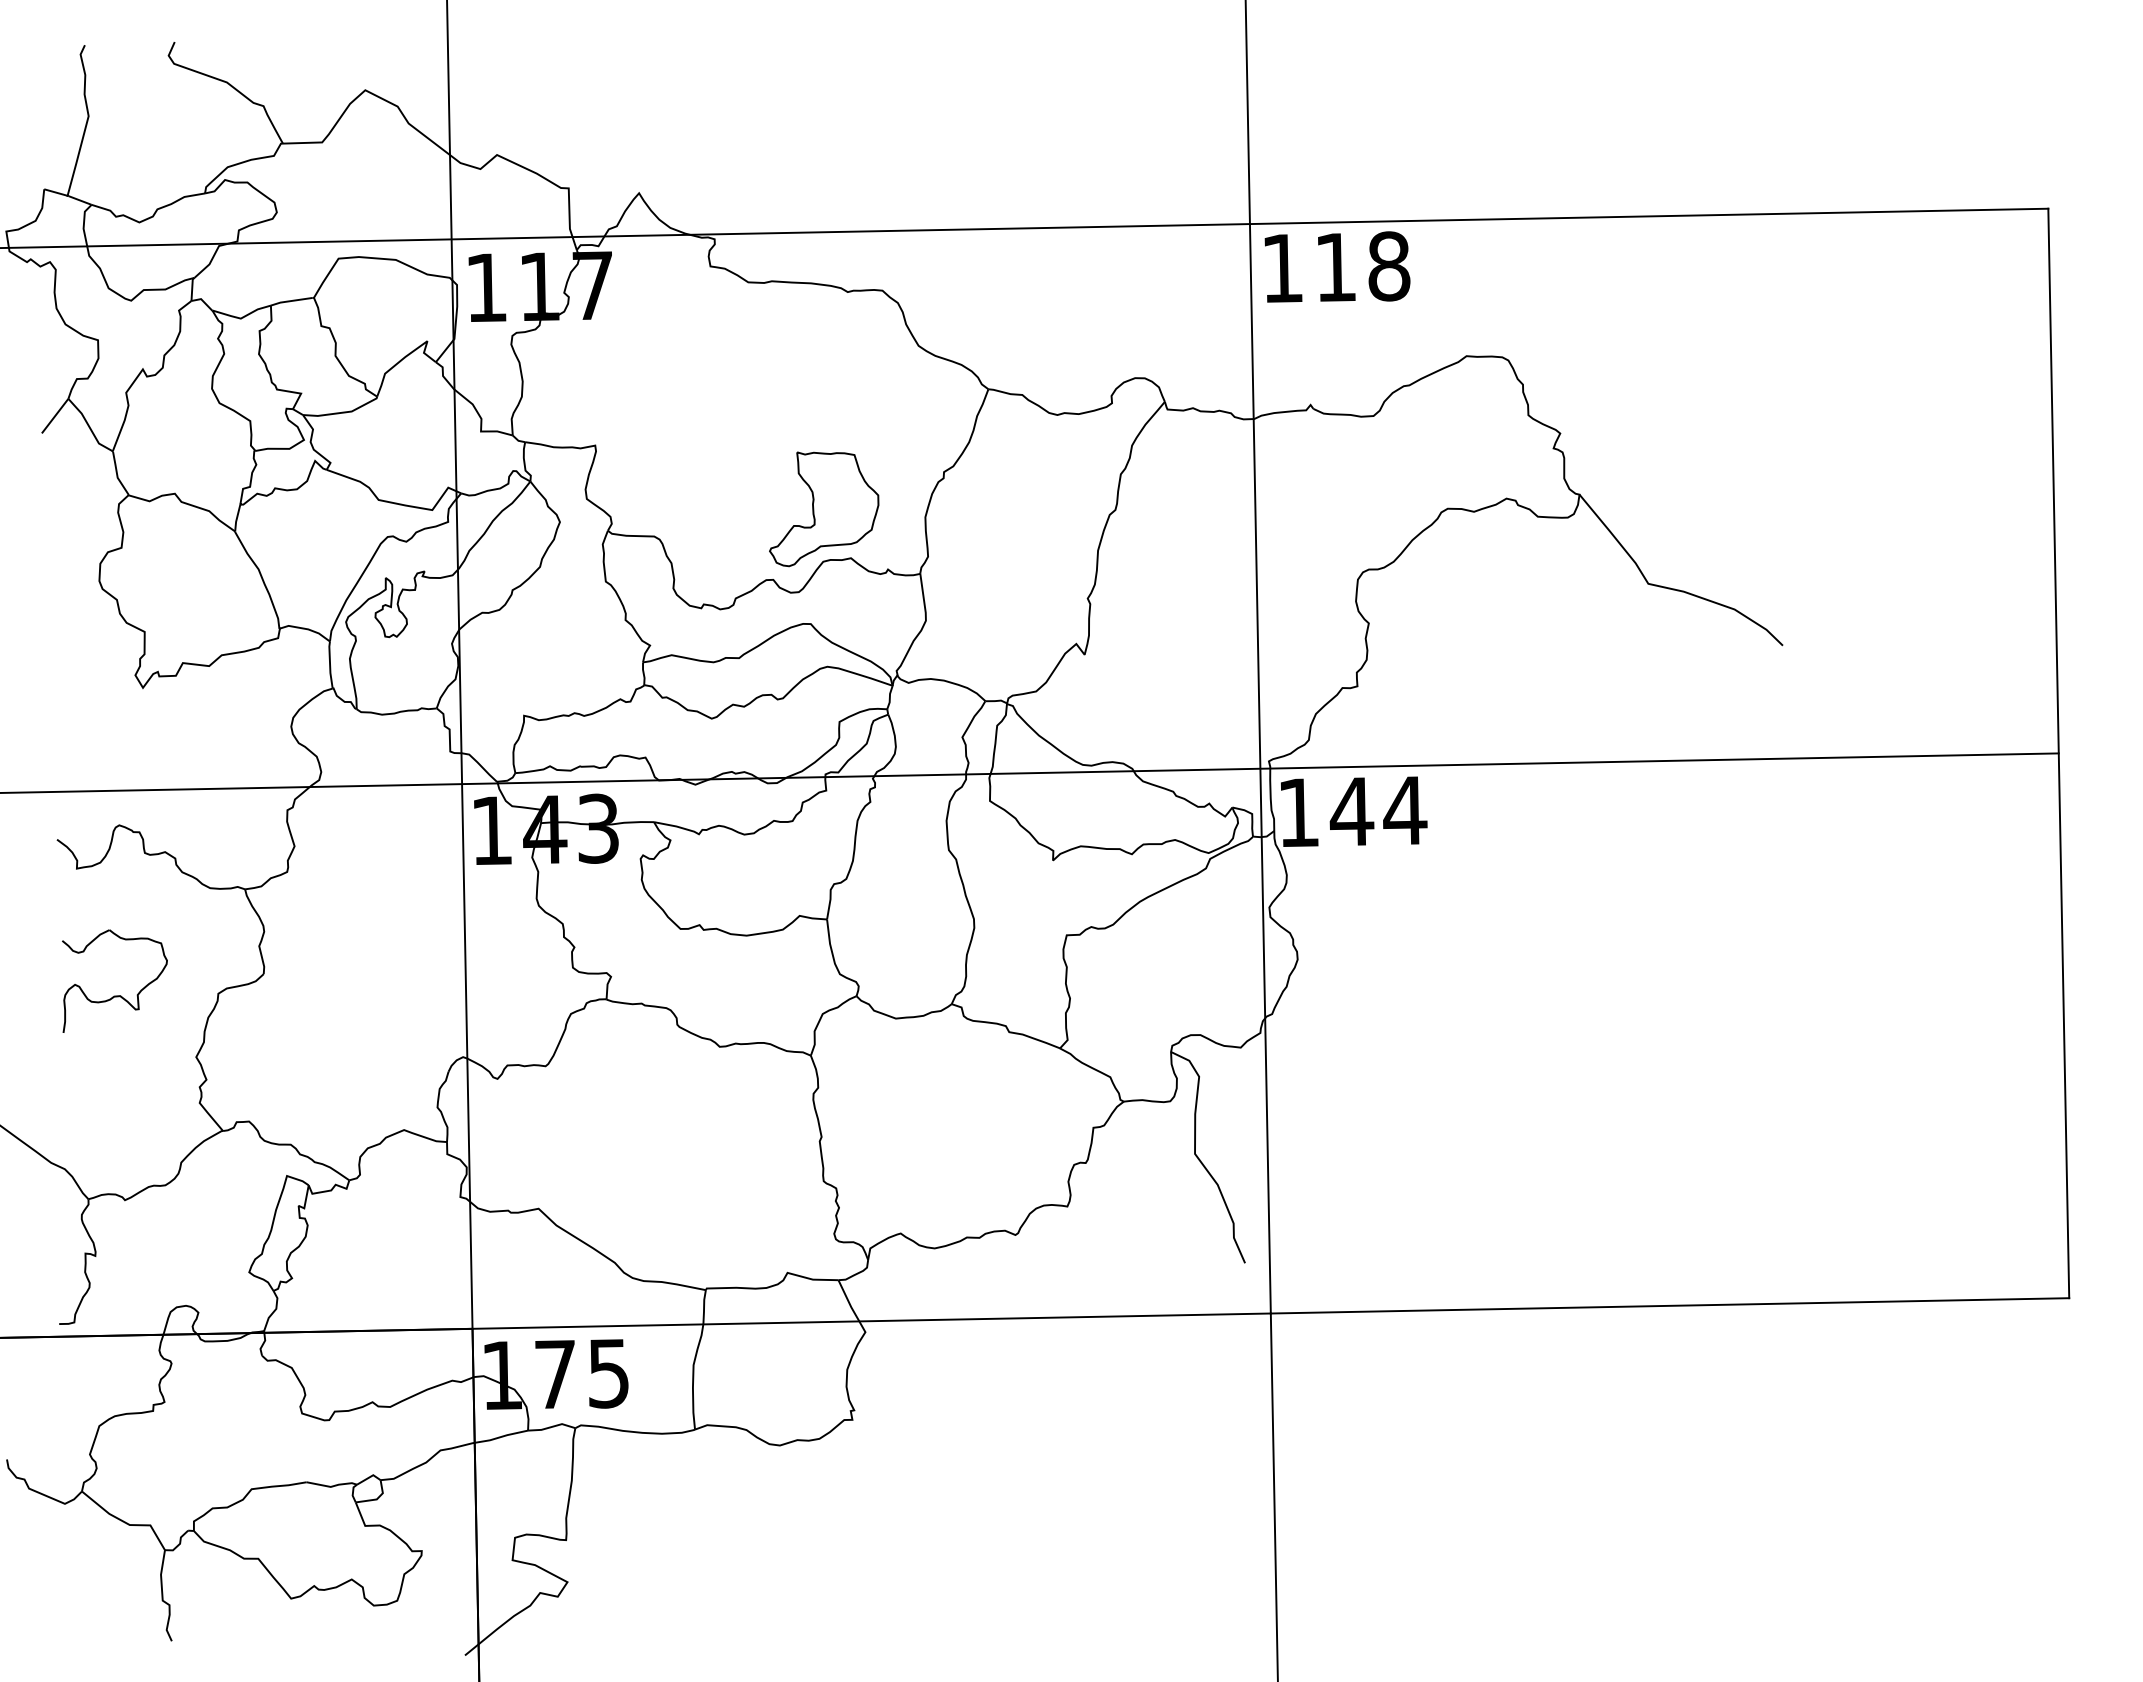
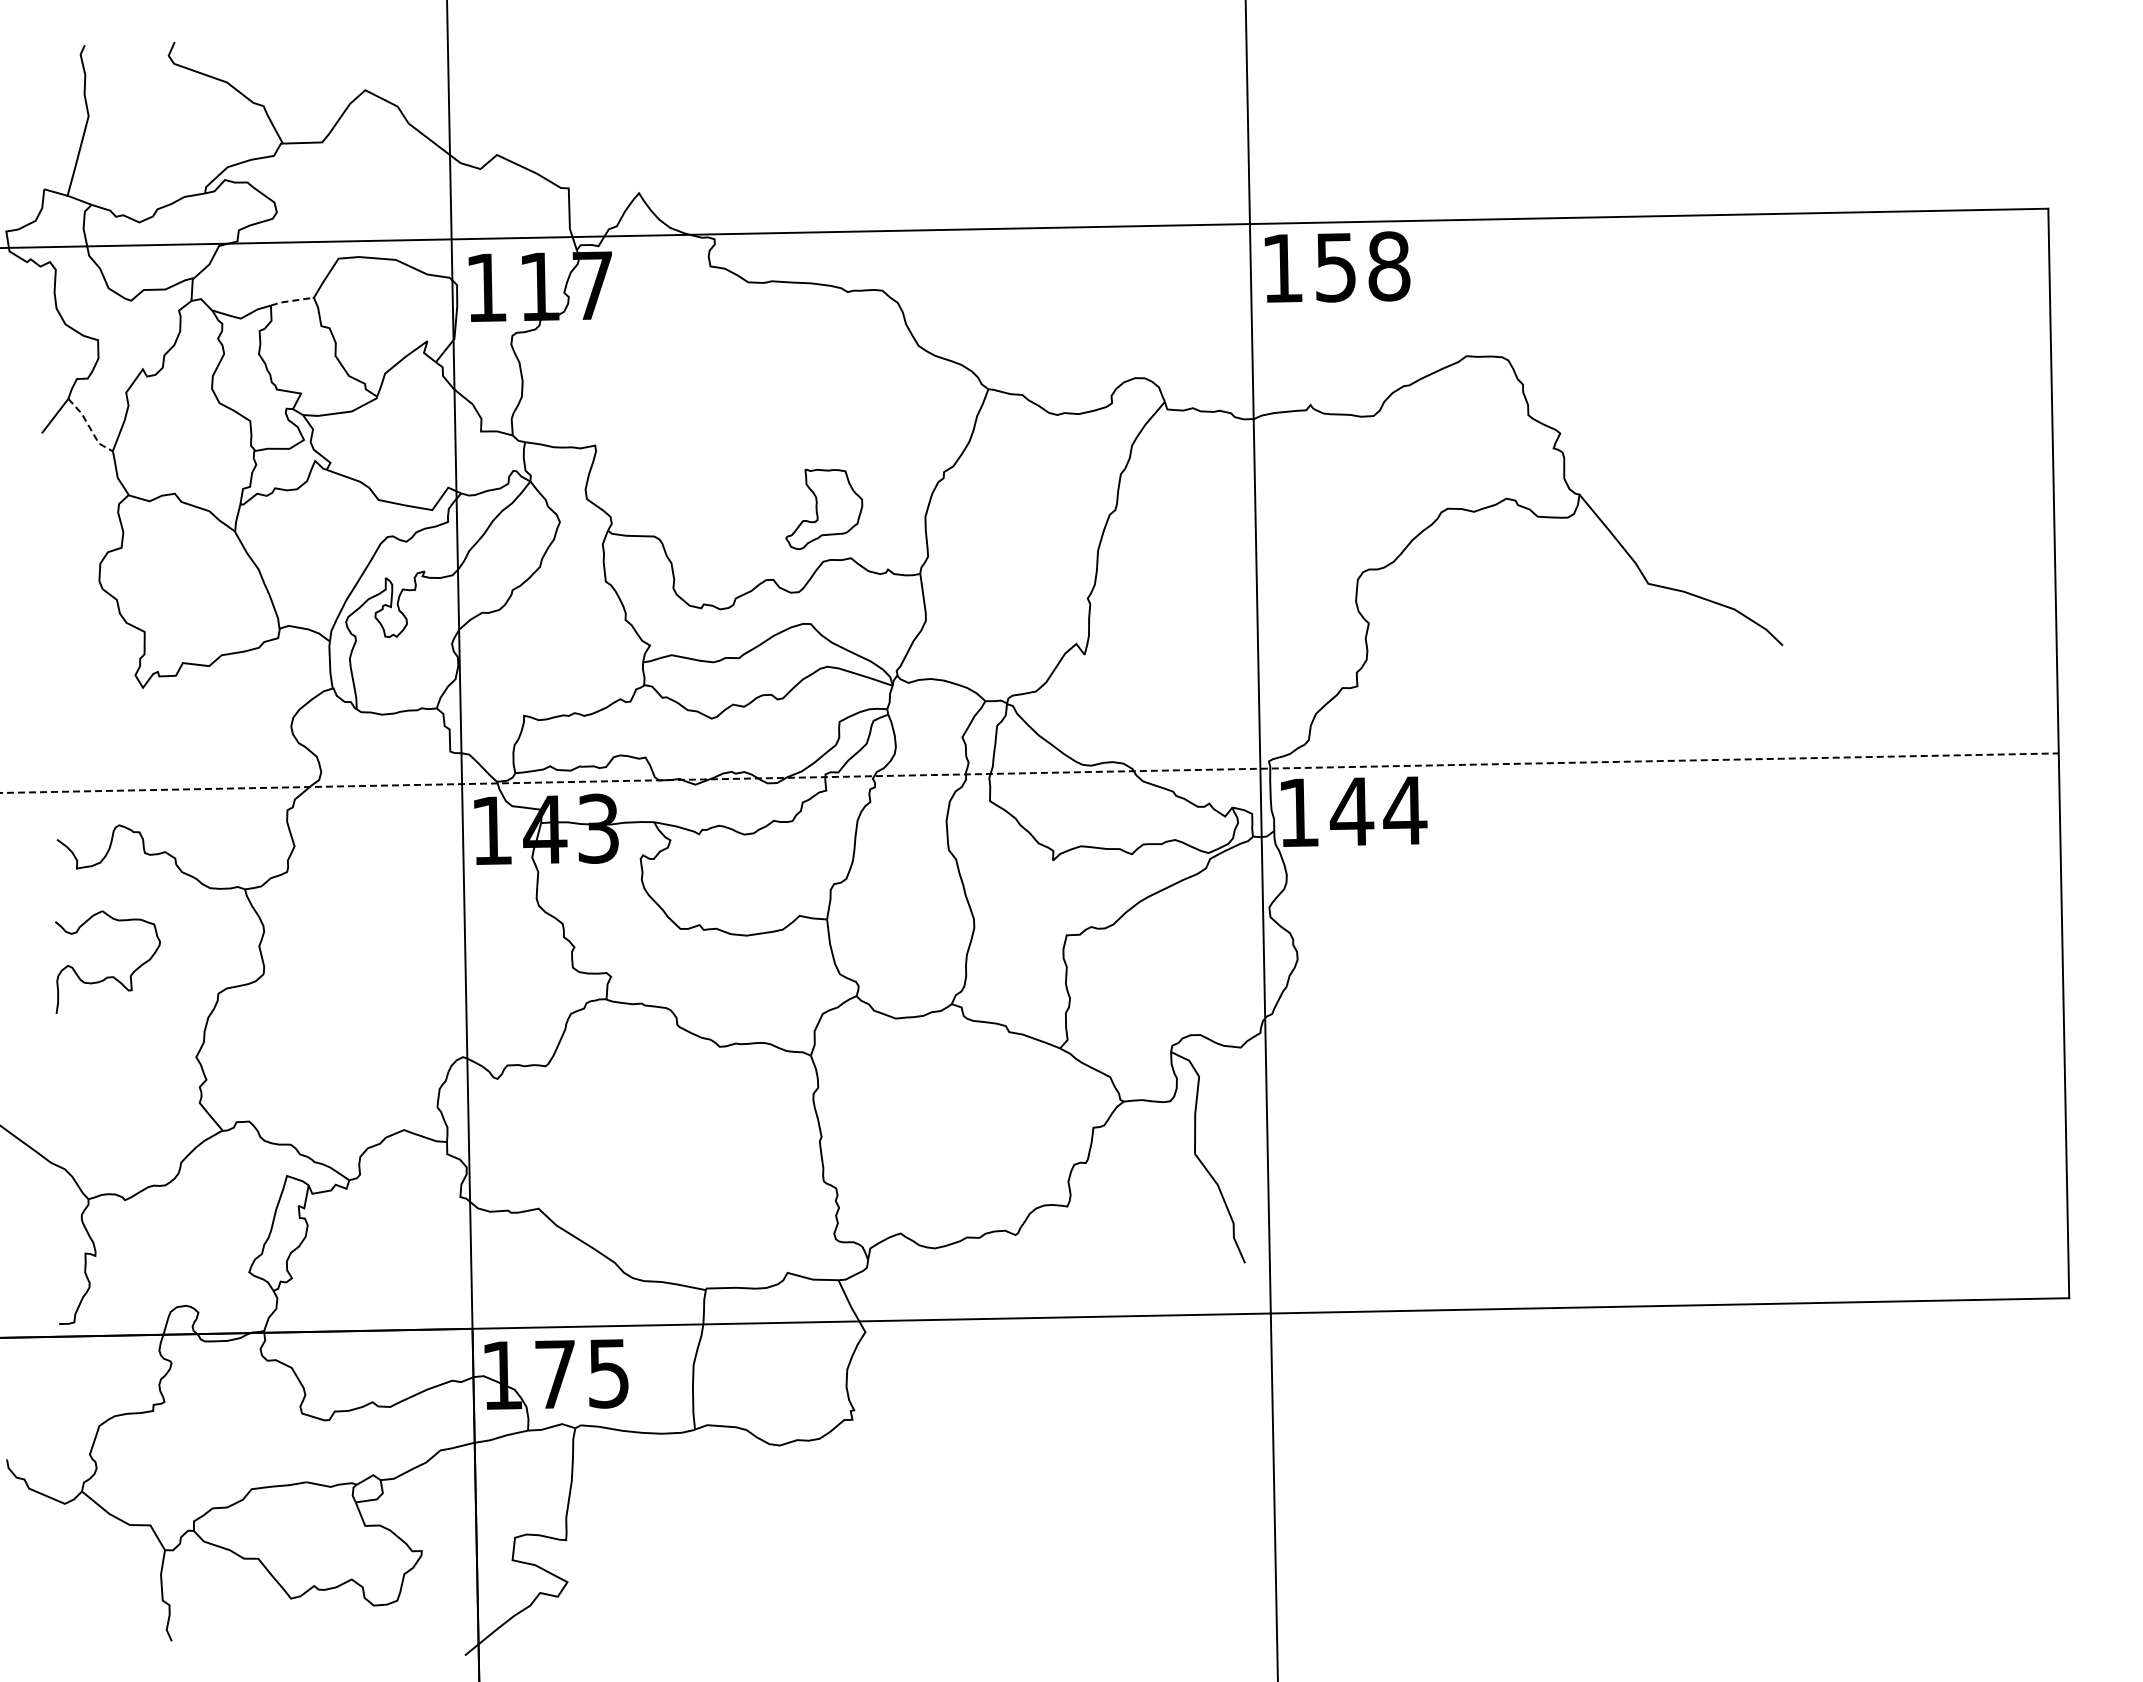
text at (1335, 267): 118 -> 158
line at (291, 301): solid -> dashed
line at (89, 427): solid -> dashed
part at (824, 509) size: 111x117 px -> 79x83 px
line at (1030, 773): solid -> dashed
part at (114, 995) position: (114, 995) -> (107, 976)
